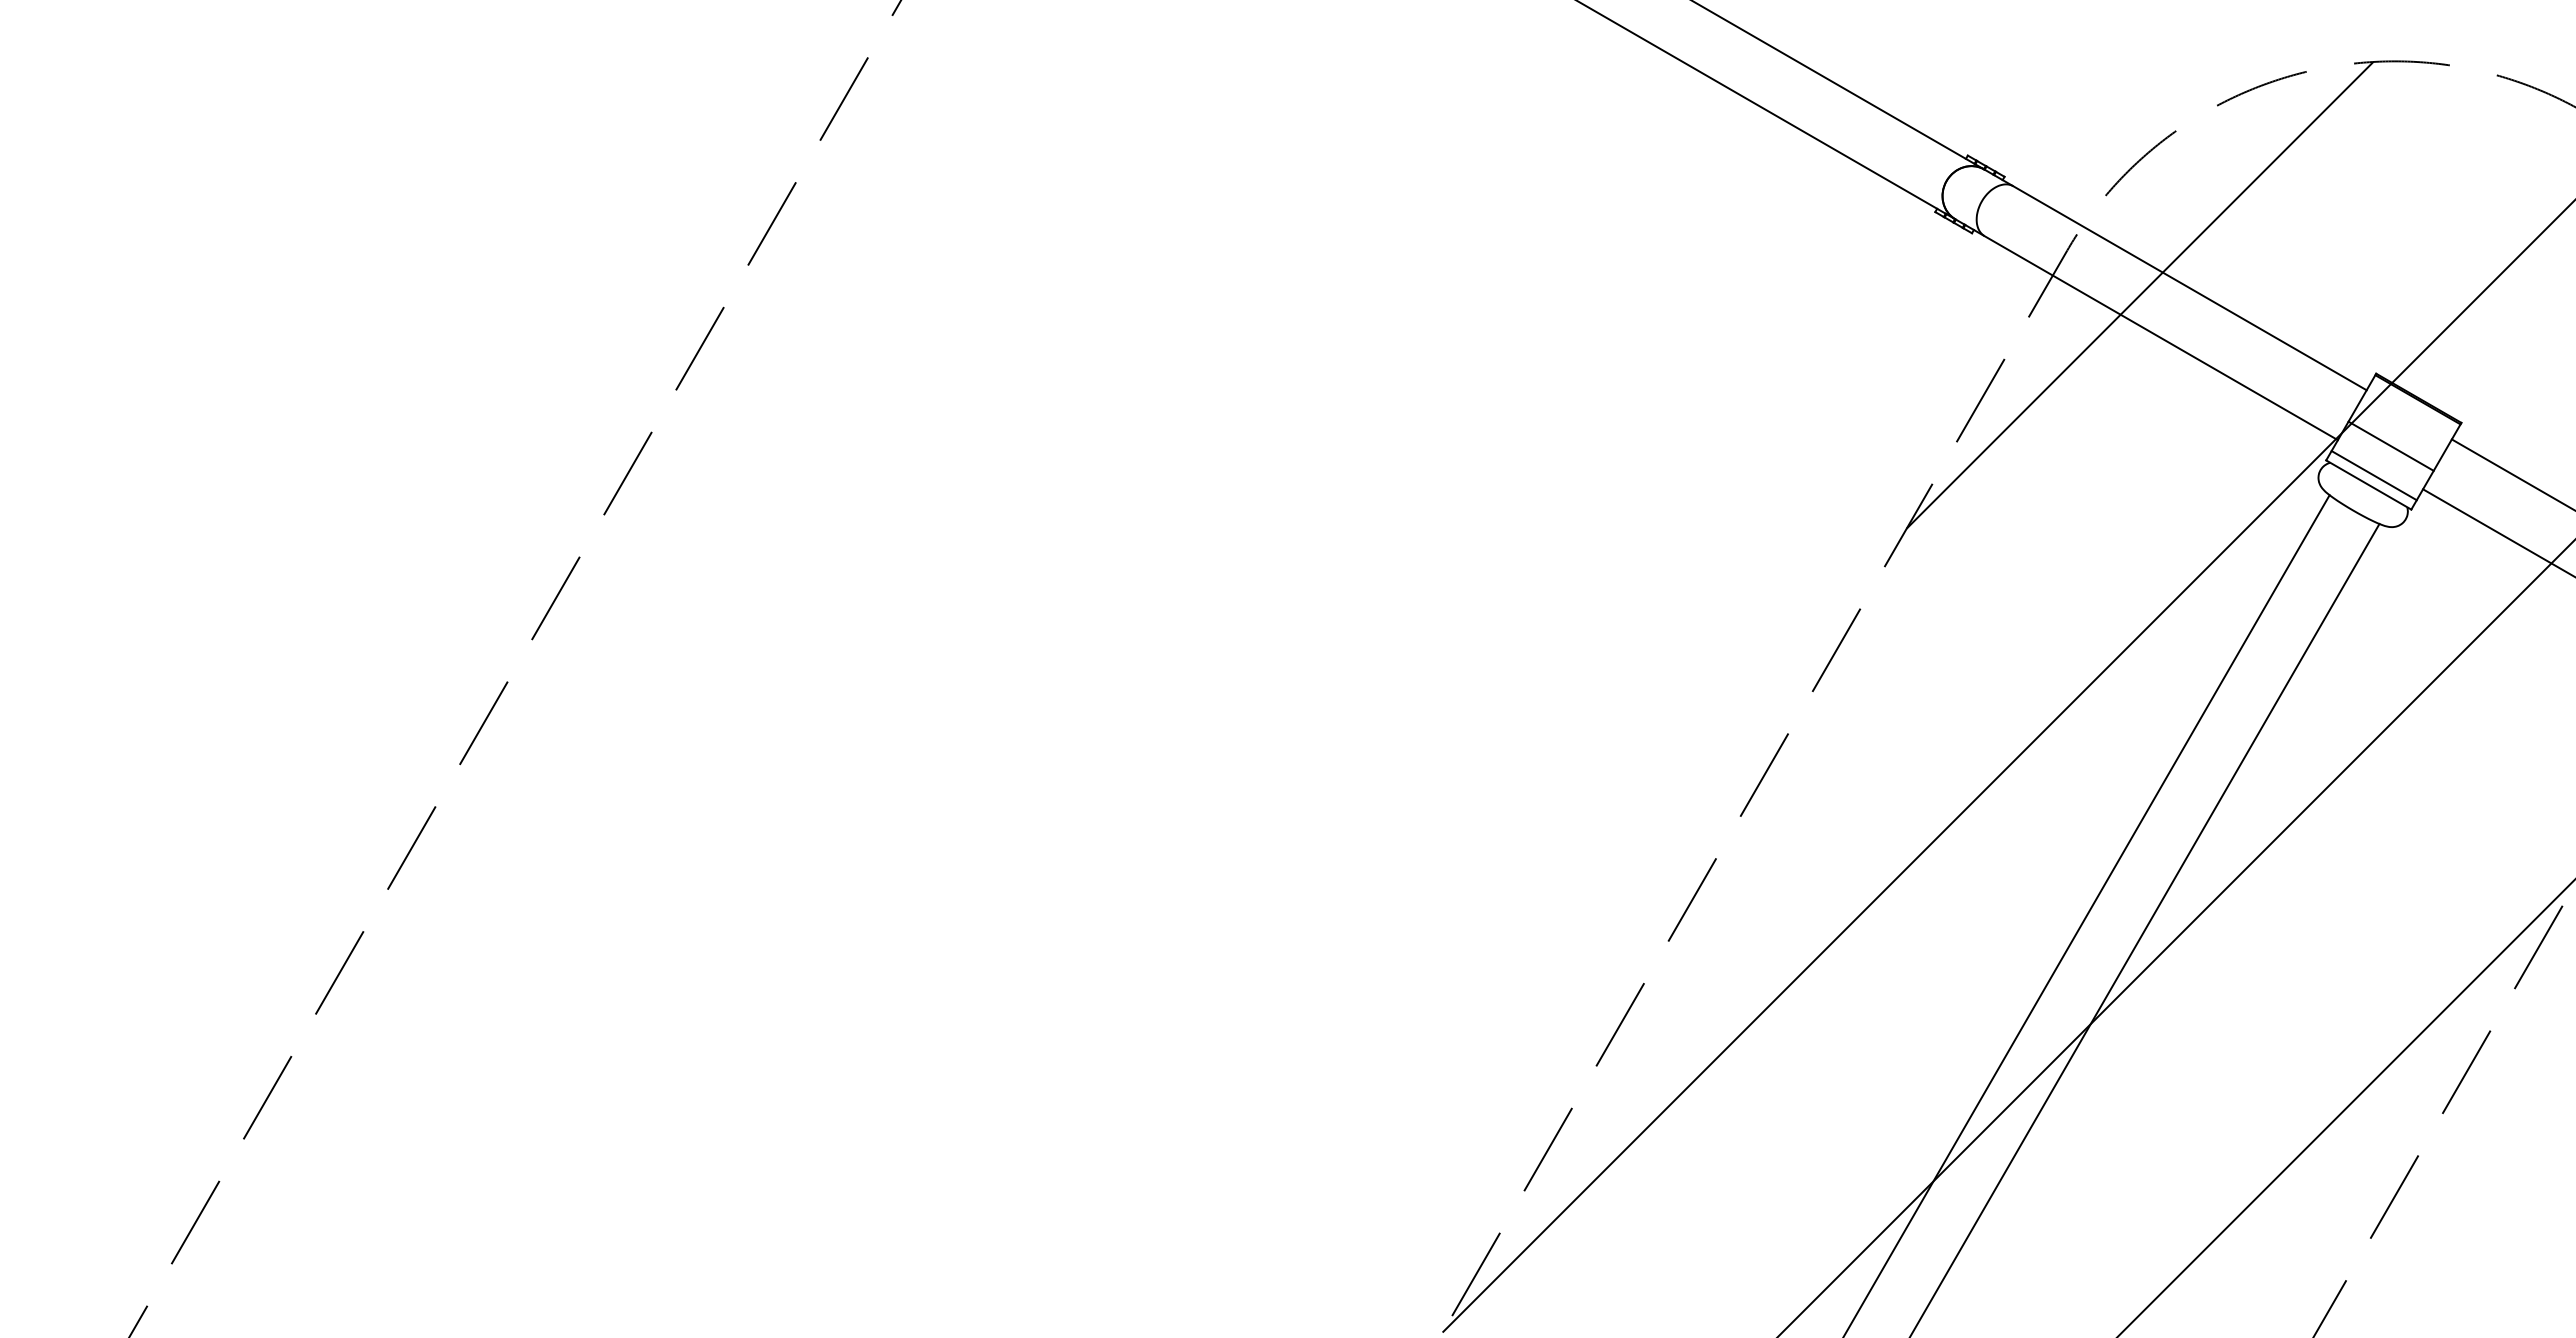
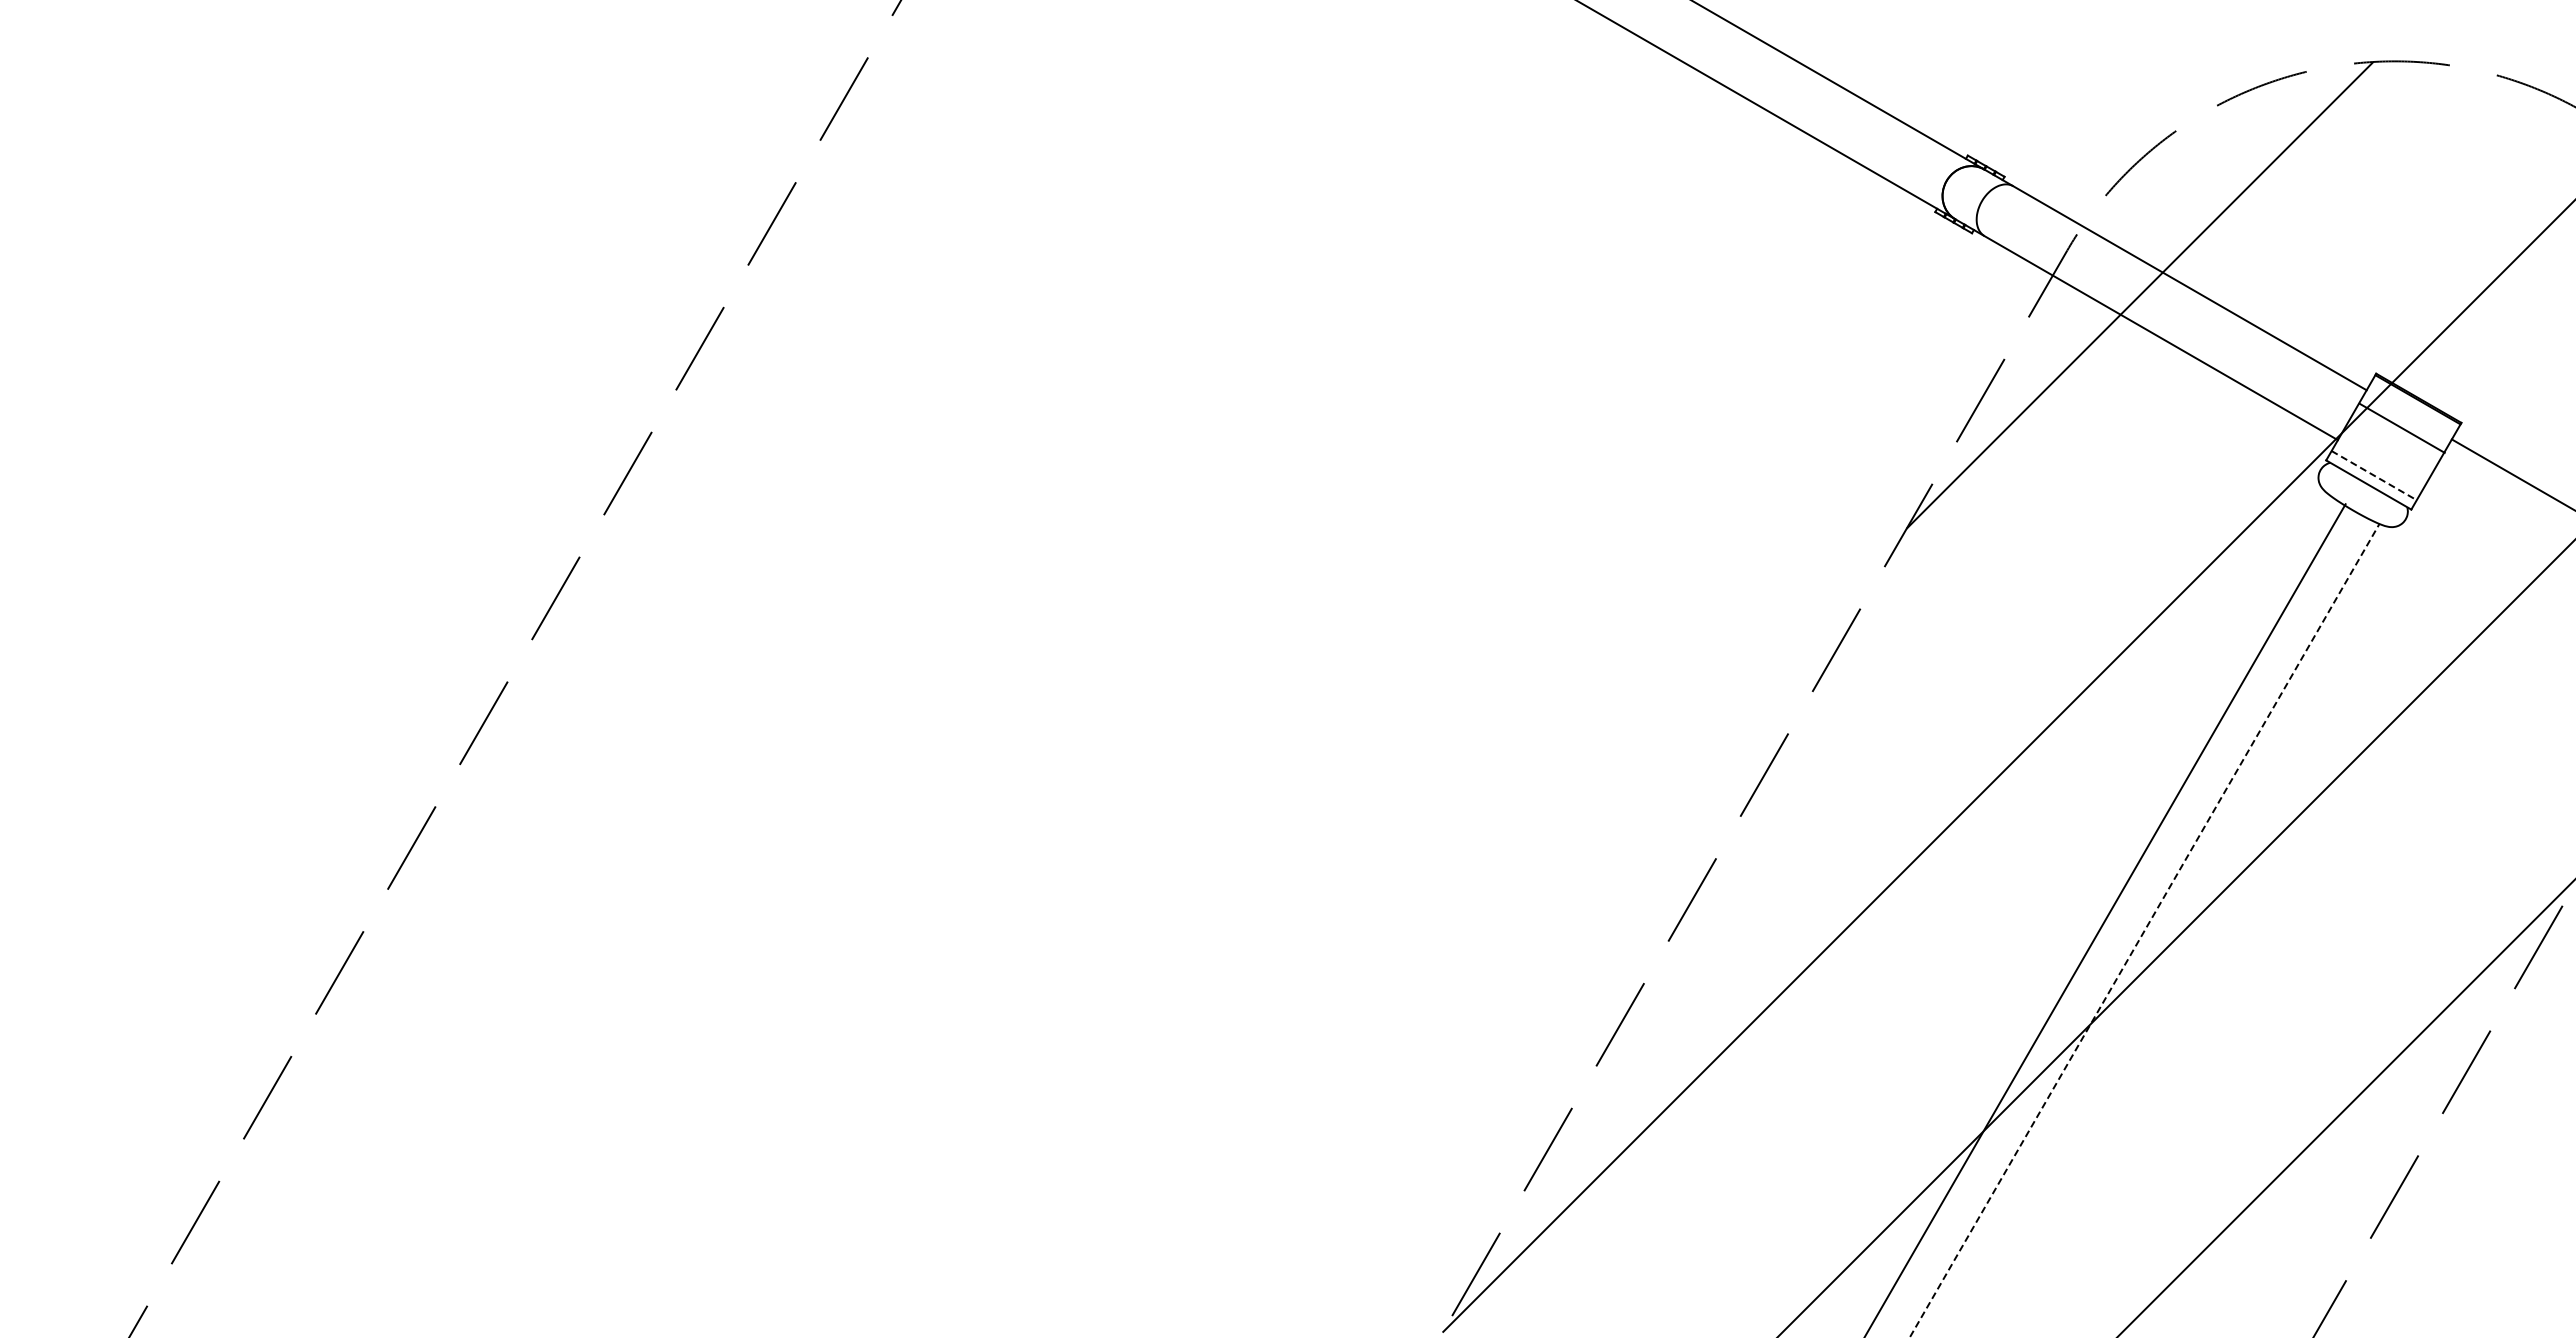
line at (2390, 445) position: (2390, 445) -> (2401, 427)
line at (2374, 475): solid -> dashed
line at (2497, 532): present -> none
line at (2086, 914) position: (2086, 914) -> (2105, 919)
line at (2144, 930): solid -> dashed
